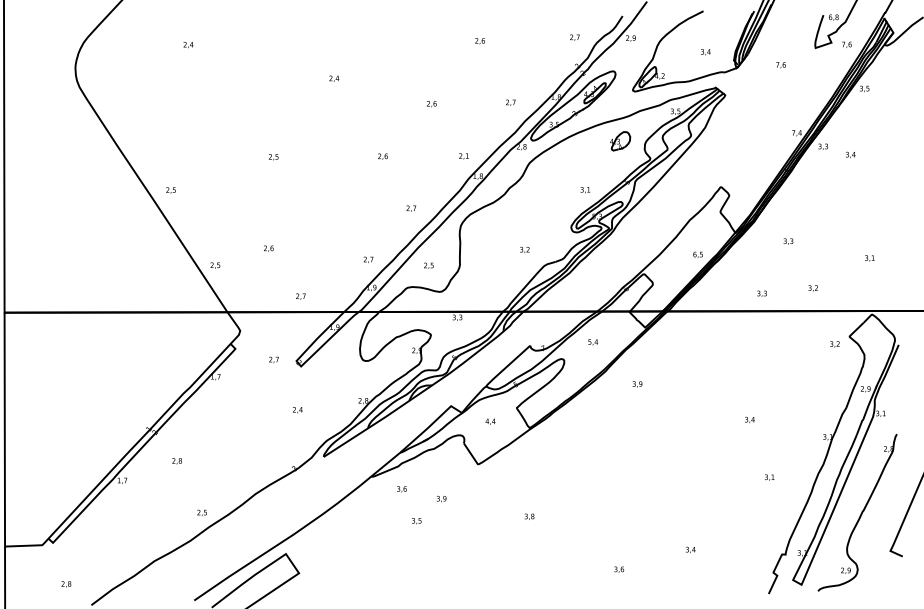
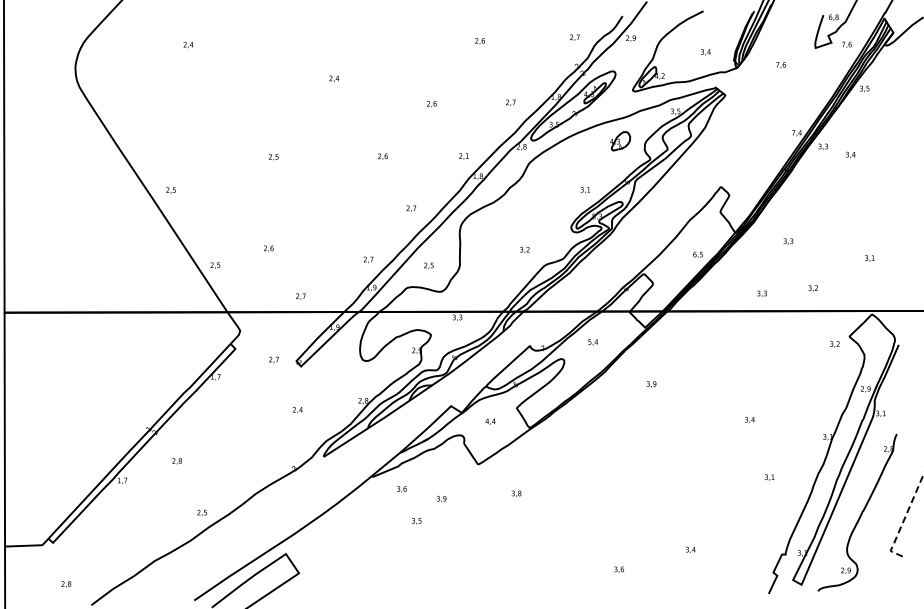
text at (637, 384) position: (637, 384) -> (651, 384)
text at (529, 516) position: (529, 516) -> (516, 493)
line at (903, 520): solid -> dashed
